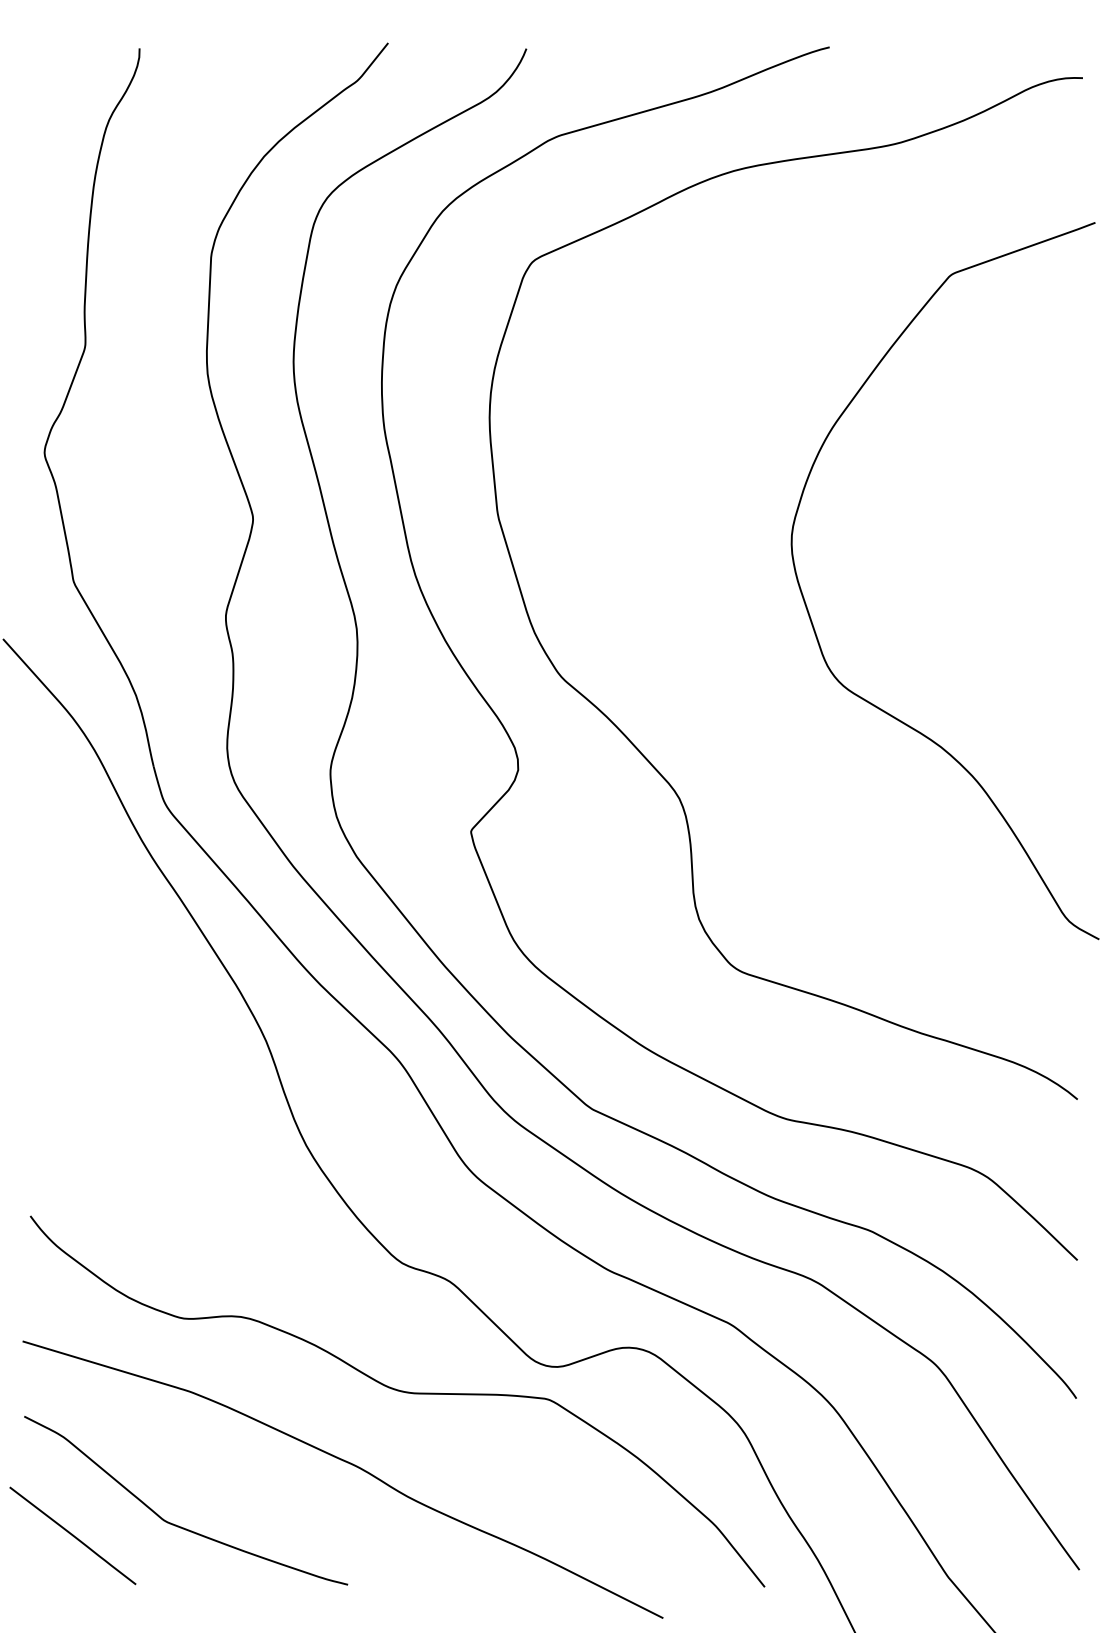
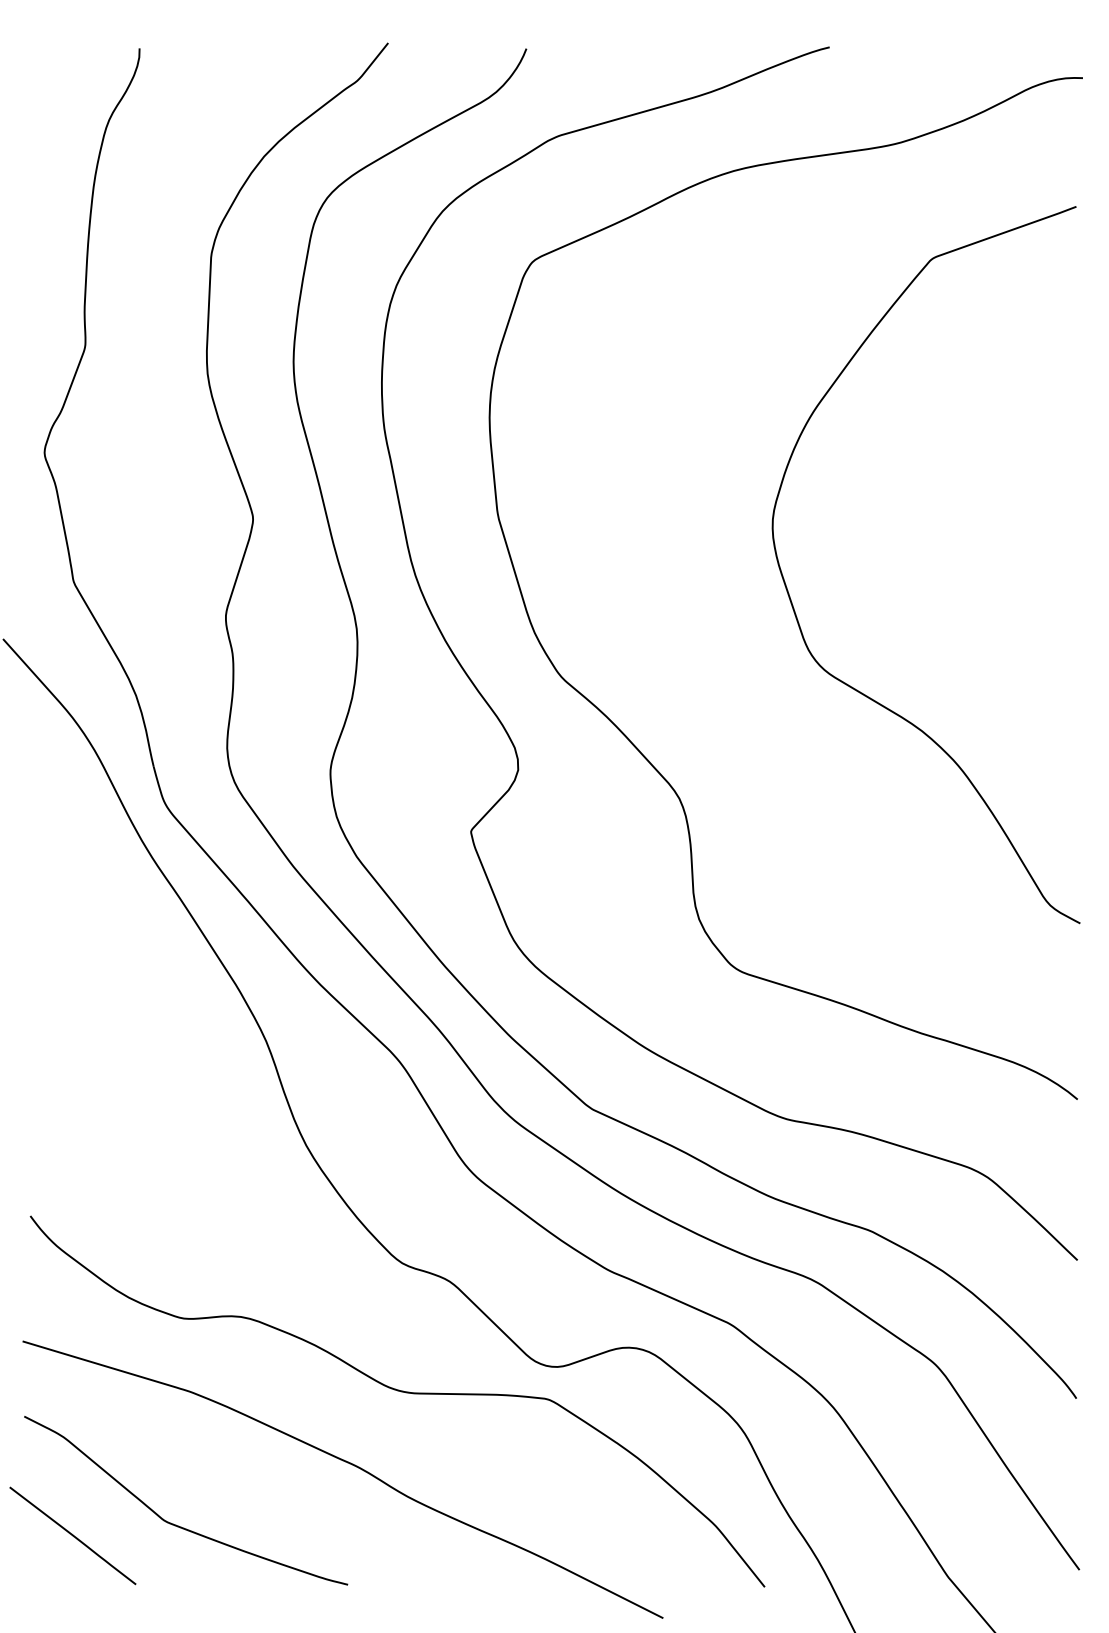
curve at (813, 624) position: (813, 624) -> (794, 608)
